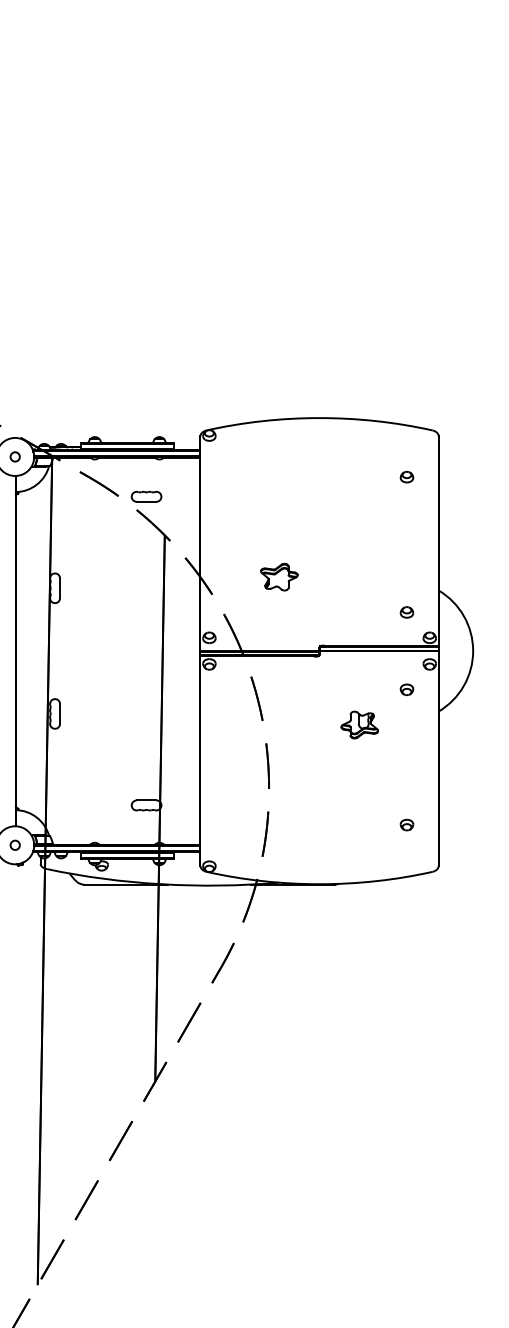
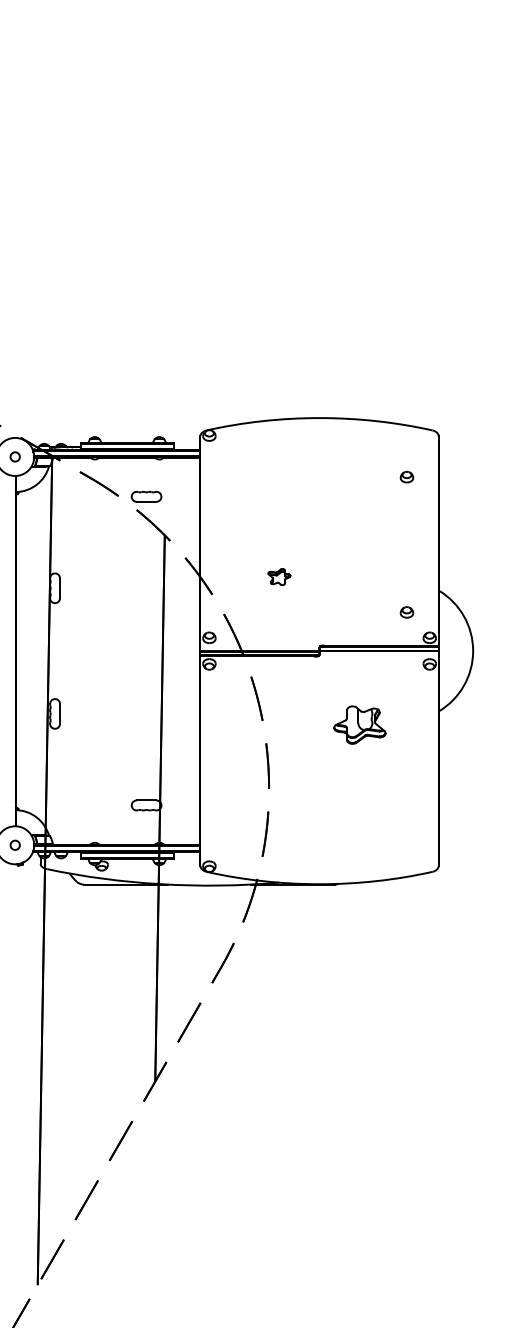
part at (279, 576) size: 39x30 px -> 25x18 px
part at (406, 689): present -> none
part at (359, 724) size: 39x30 px -> 54x40 px
part at (406, 824): present -> none
